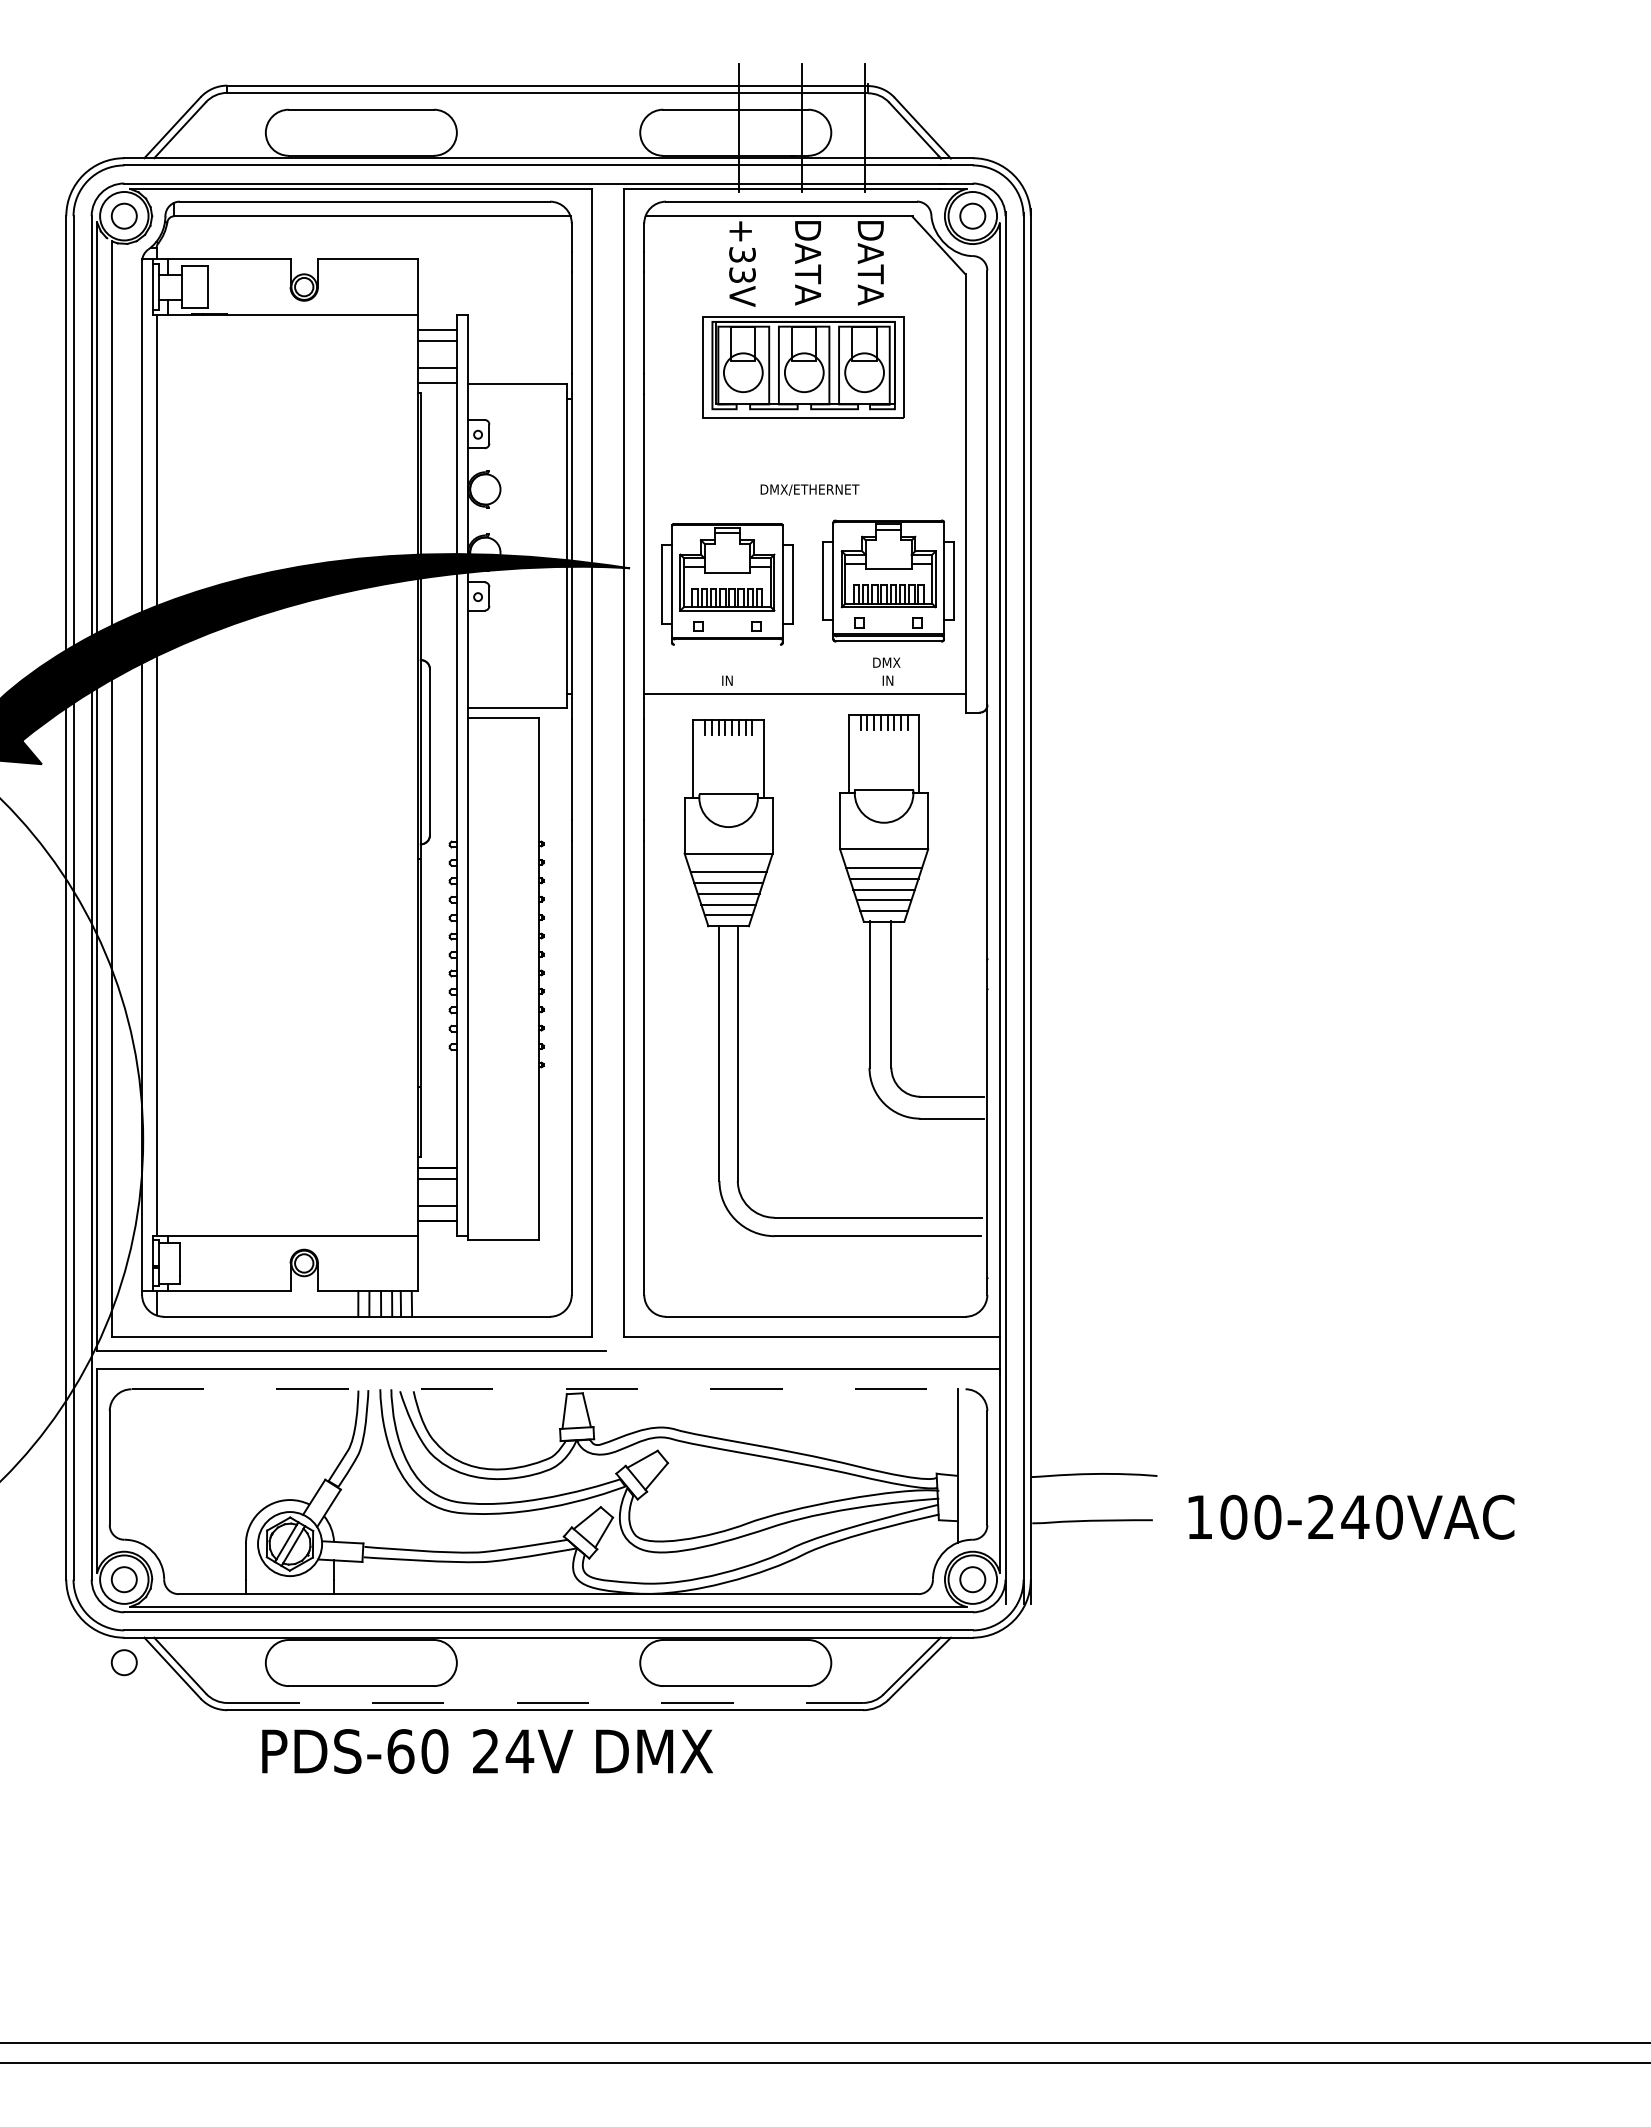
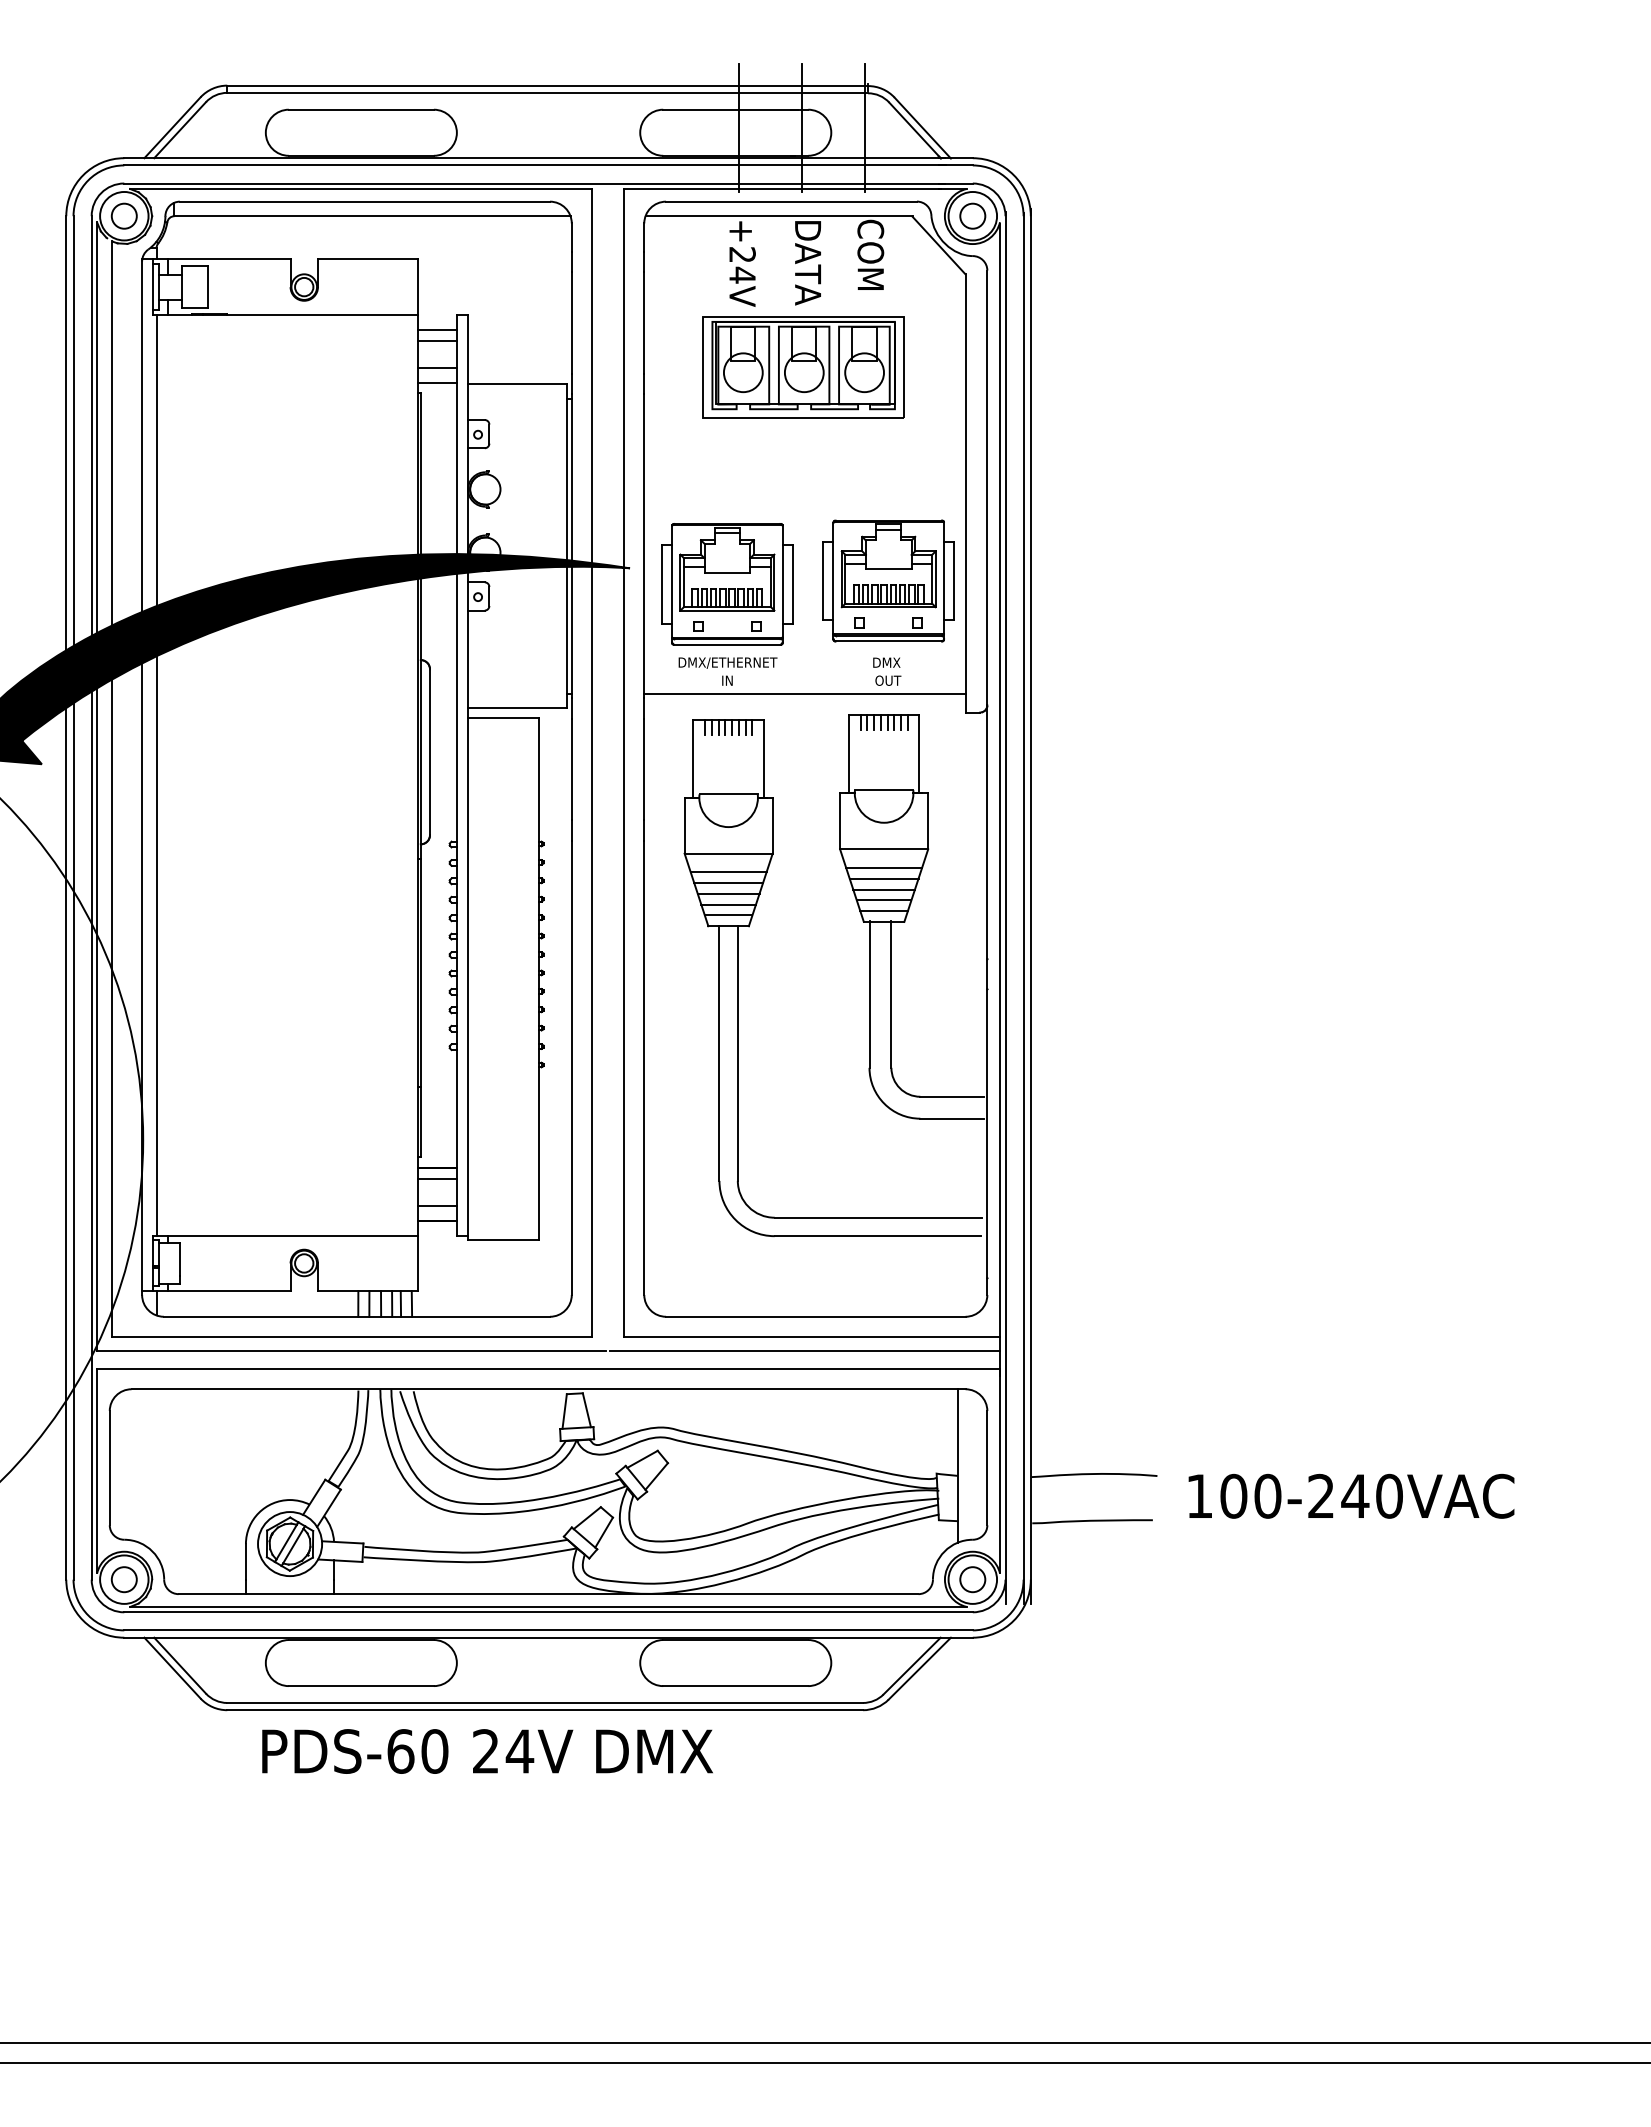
text at (870, 262): DATA -> COM
text at (742, 265): +33V -> +24V
text at (809, 489) position: (809, 489) -> (727, 662)
line at (727, 644): none -> present
text at (888, 680): IN -> OUT
line at (804, 1351): none -> present
line at (549, 1389): dashed -> solid
text at (1351, 1516) position: (1351, 1516) -> (1351, 1495)
circle at (123, 1662): present -> none
line at (545, 1702): dashed -> solid
